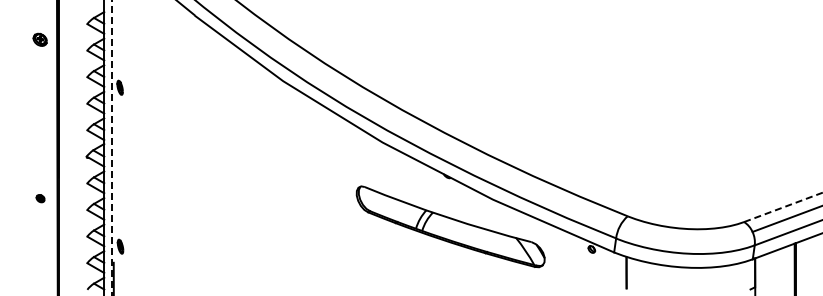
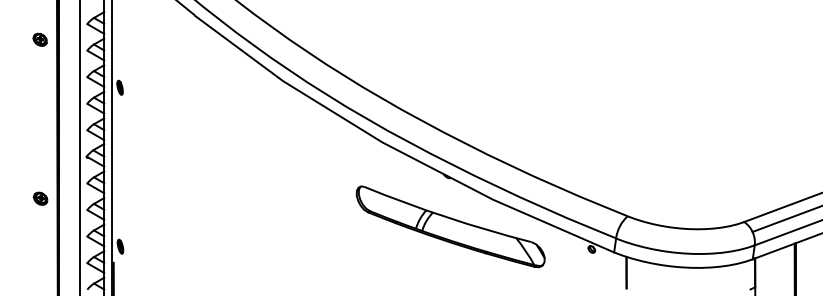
line at (80, 147): none -> present
line at (111, 148): dashed -> solid
part at (40, 198) size: 11x10 px -> 17x15 px
line at (783, 207): dashed -> solid
